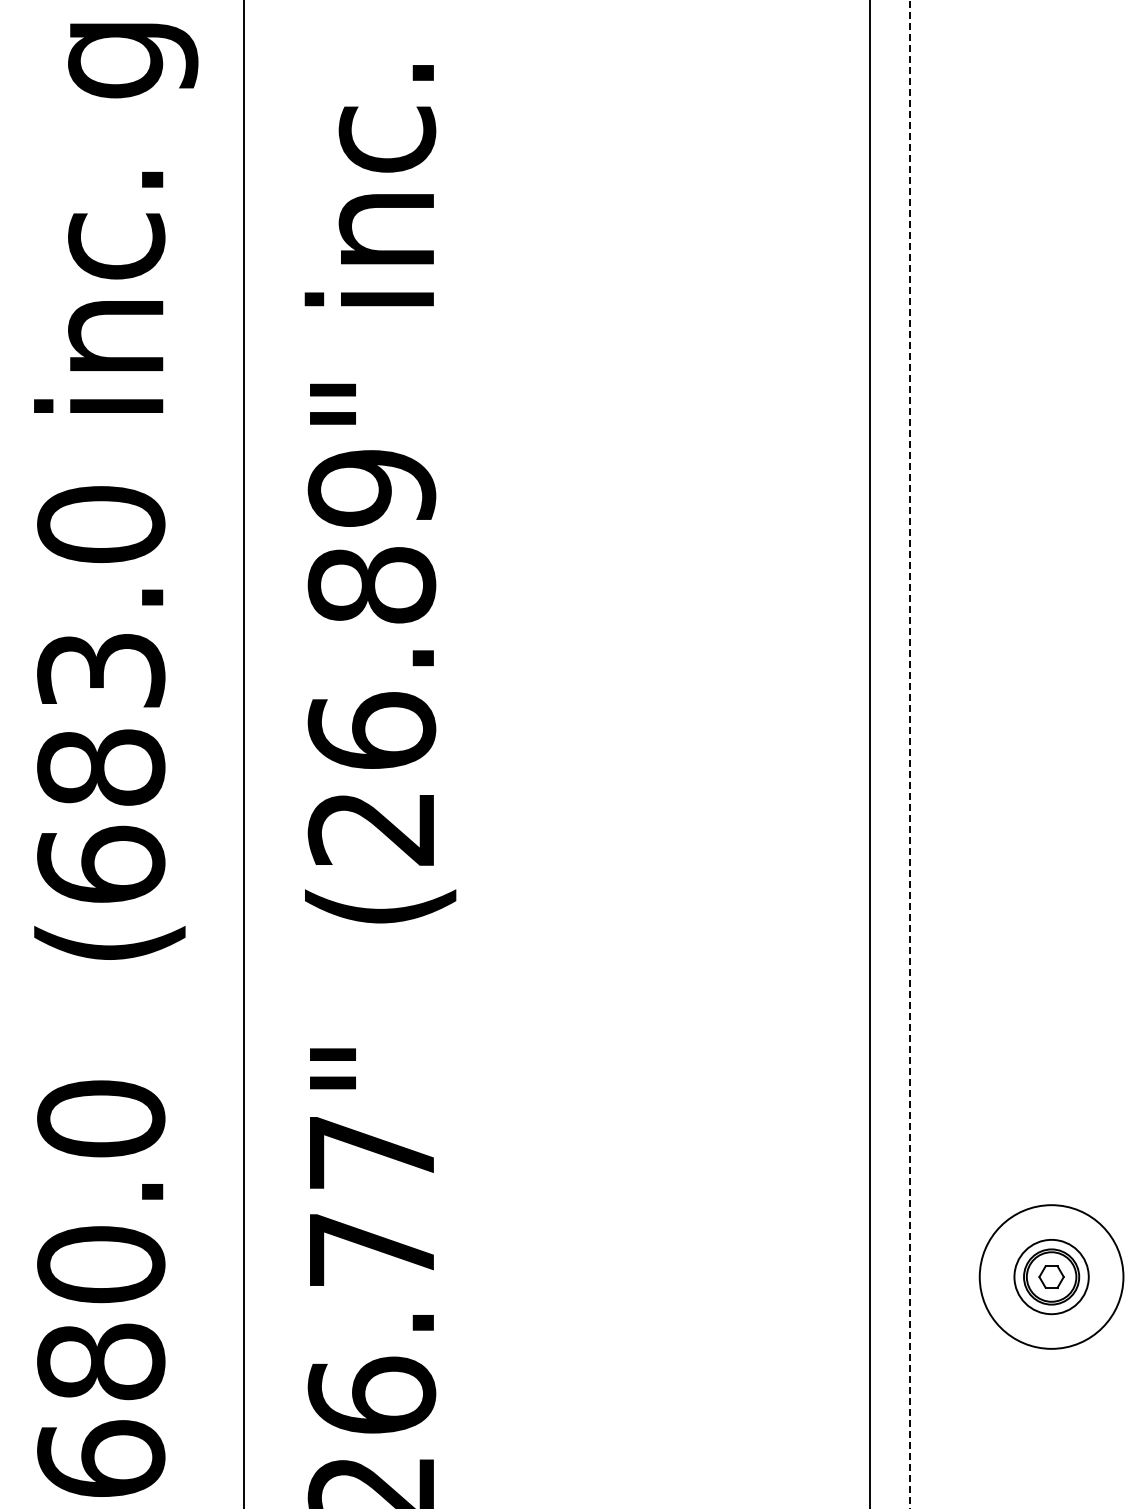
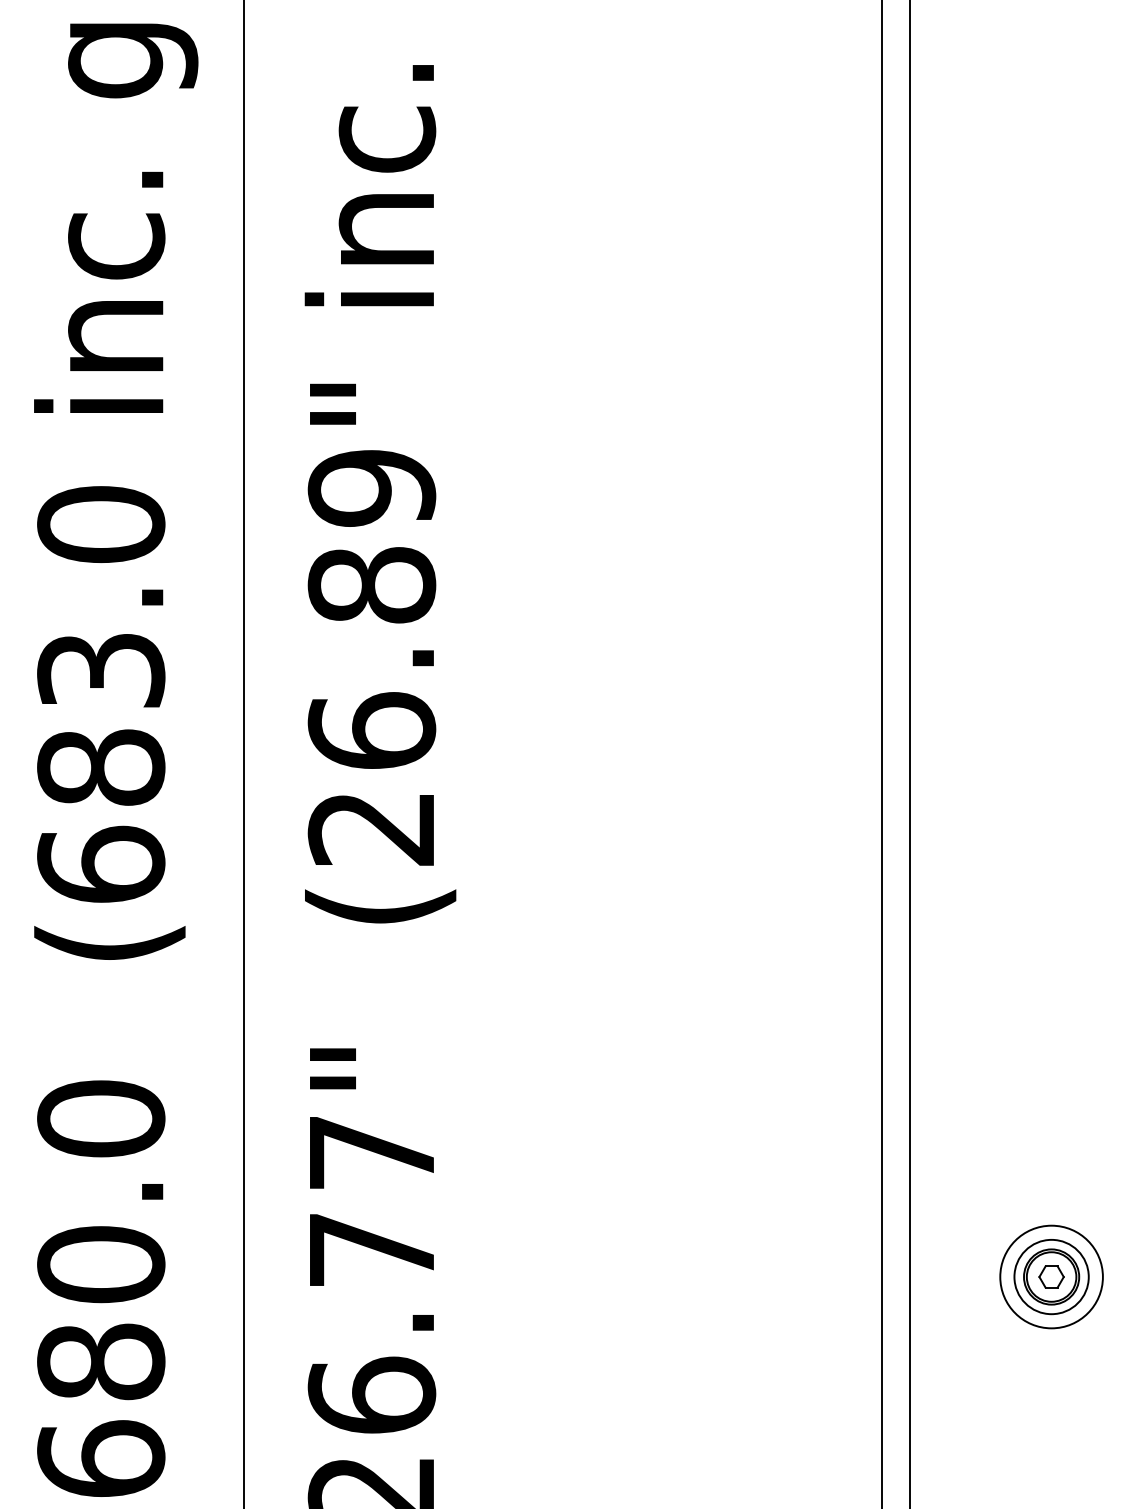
line at (869, 753) position: (869, 753) -> (881, 753)
line at (910, 754): dashed -> solid
circle at (1051, 1276) diameter: 144 px -> 103 px
